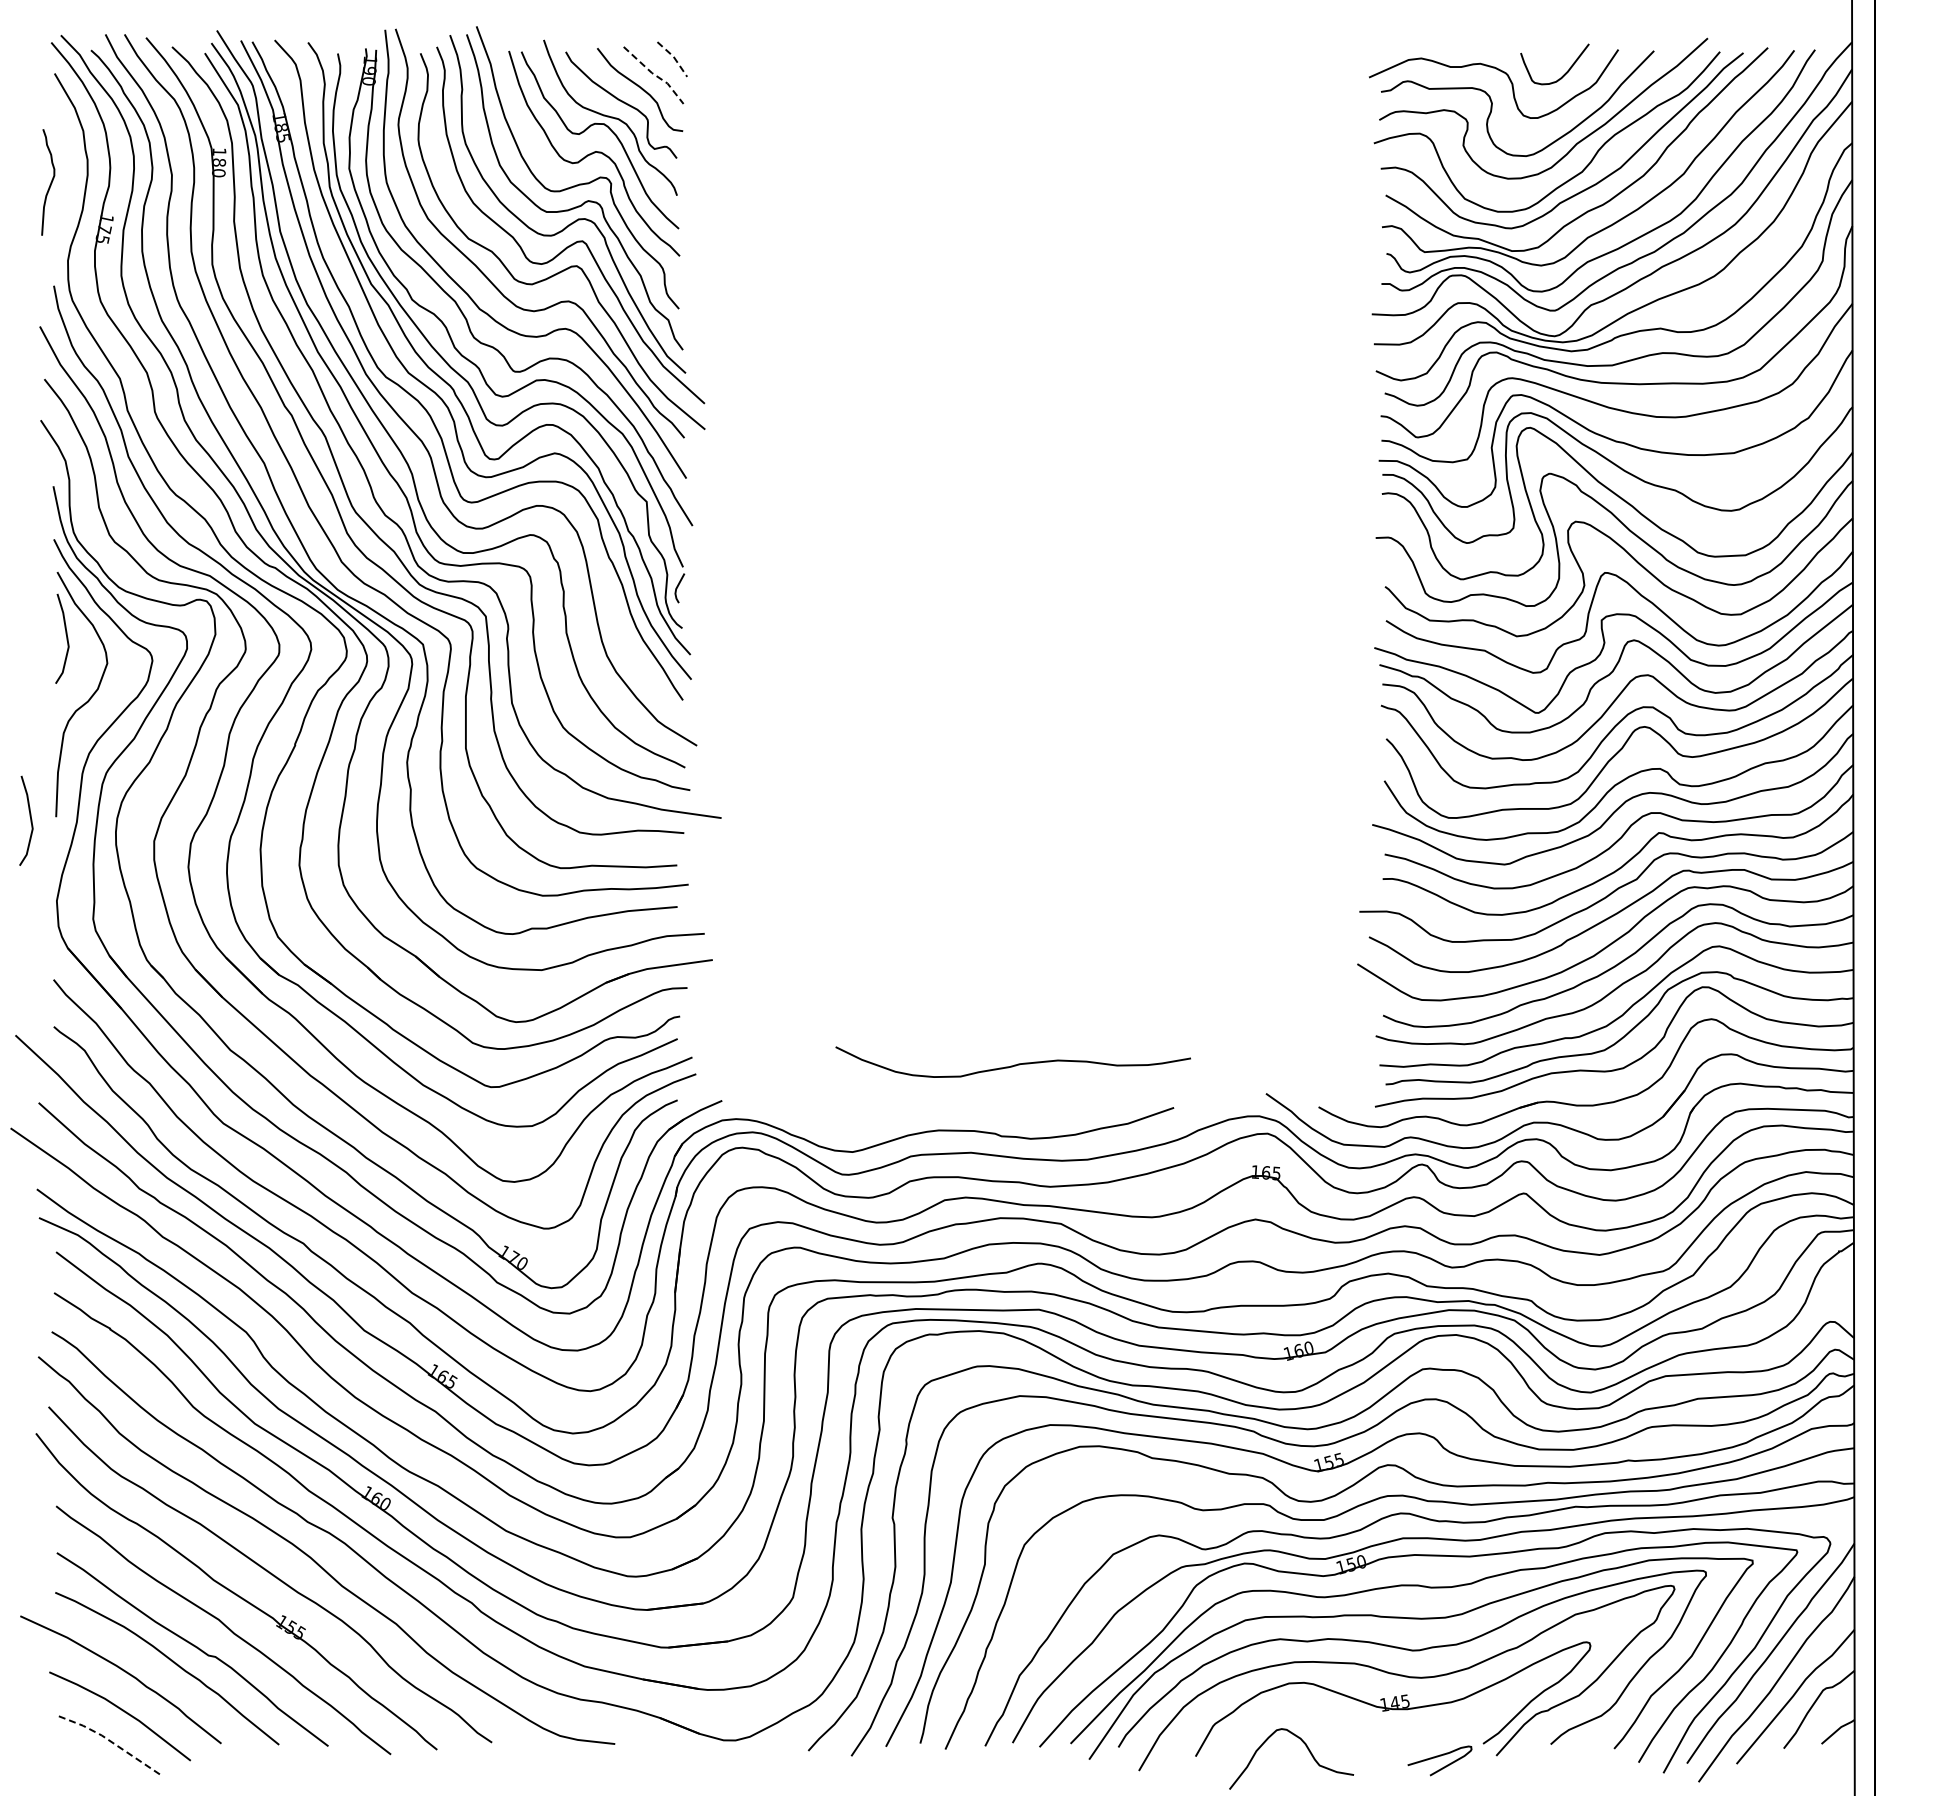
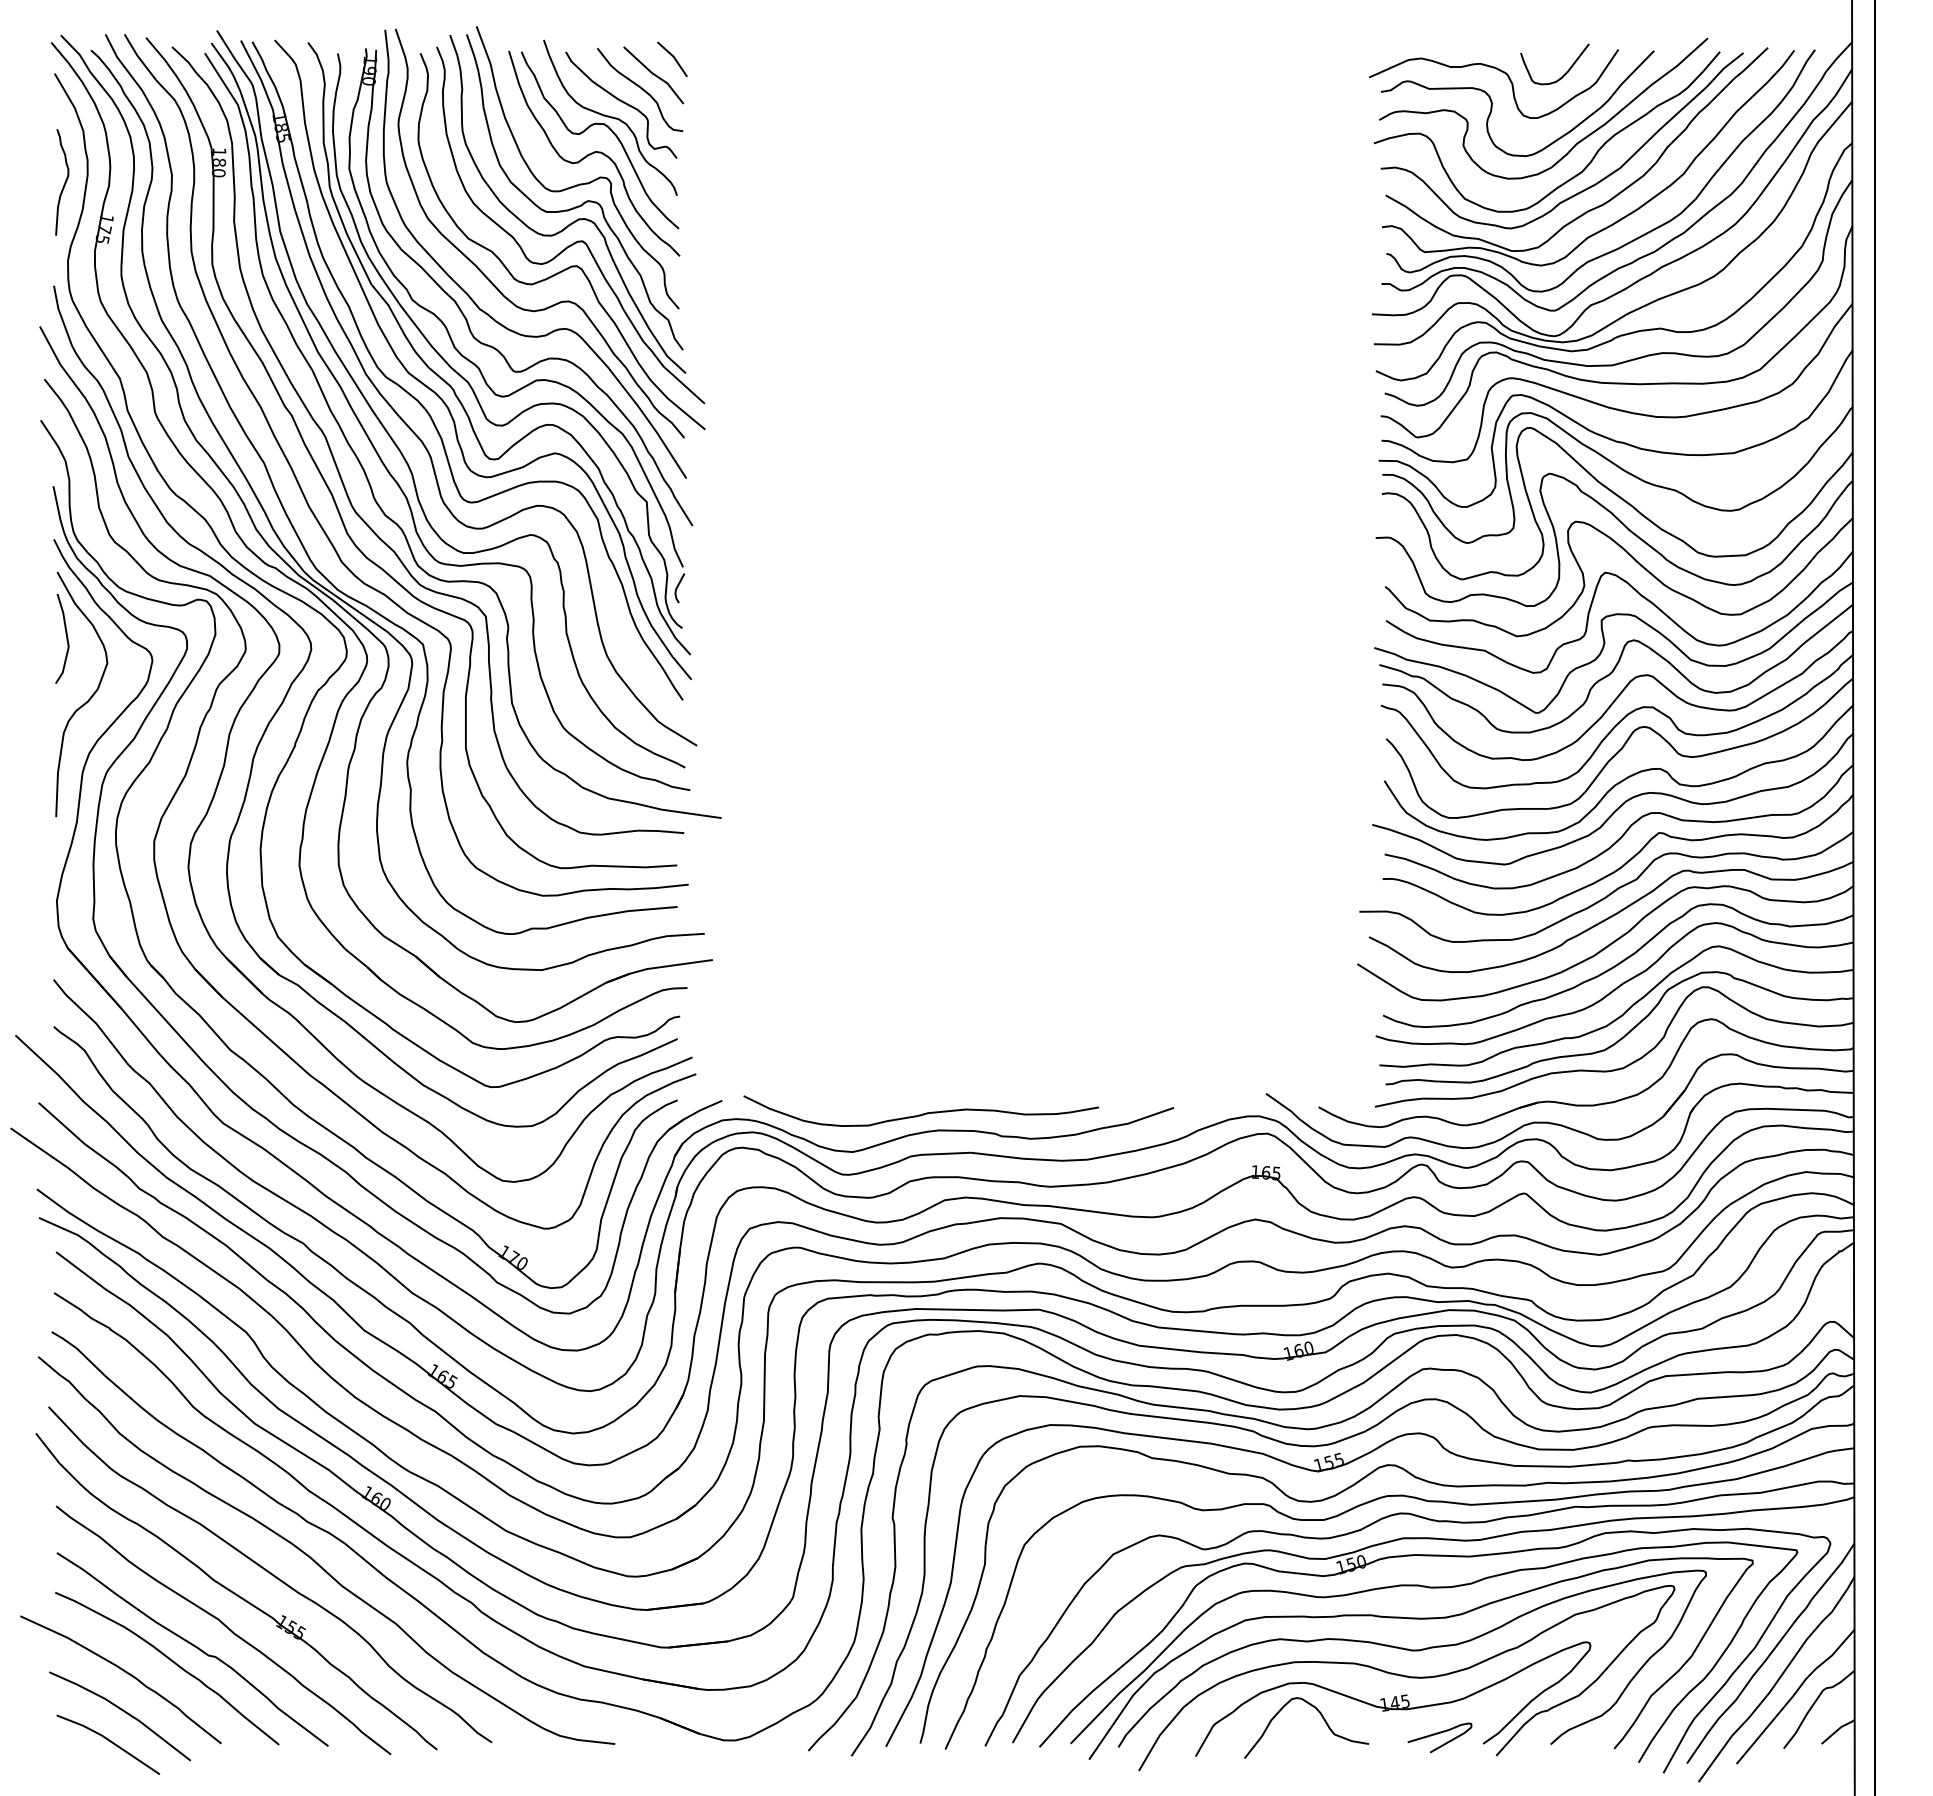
line at (674, 57): dashed -> solid
line at (655, 75): dashed -> solid
curve at (50, 182) position: (50, 182) -> (64, 182)
line at (30, 820): present -> none
curve at (1014, 1064) position: (1014, 1064) -> (922, 1113)
line at (108, 1739): dashed -> solid
curve at (1307, 1749) position: (1307, 1749) -> (1322, 1718)
curve at (1438, 1757) position: (1438, 1757) -> (1438, 1734)
